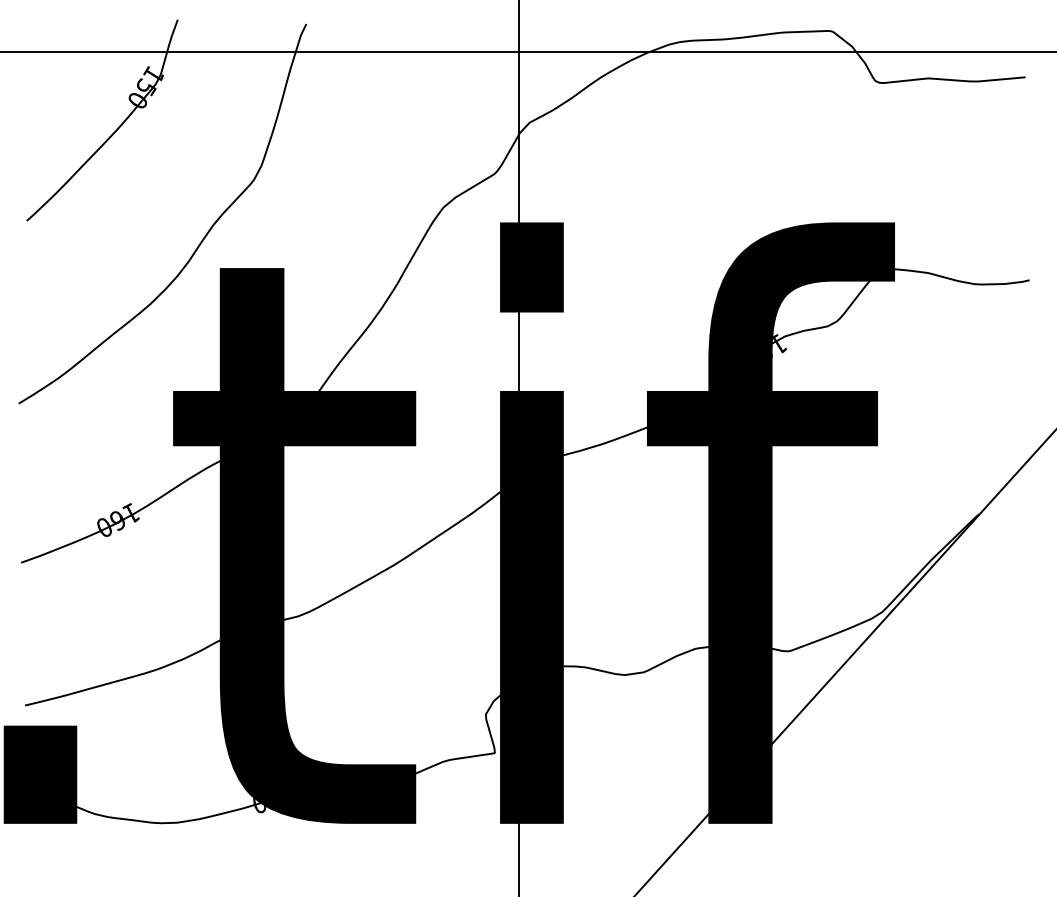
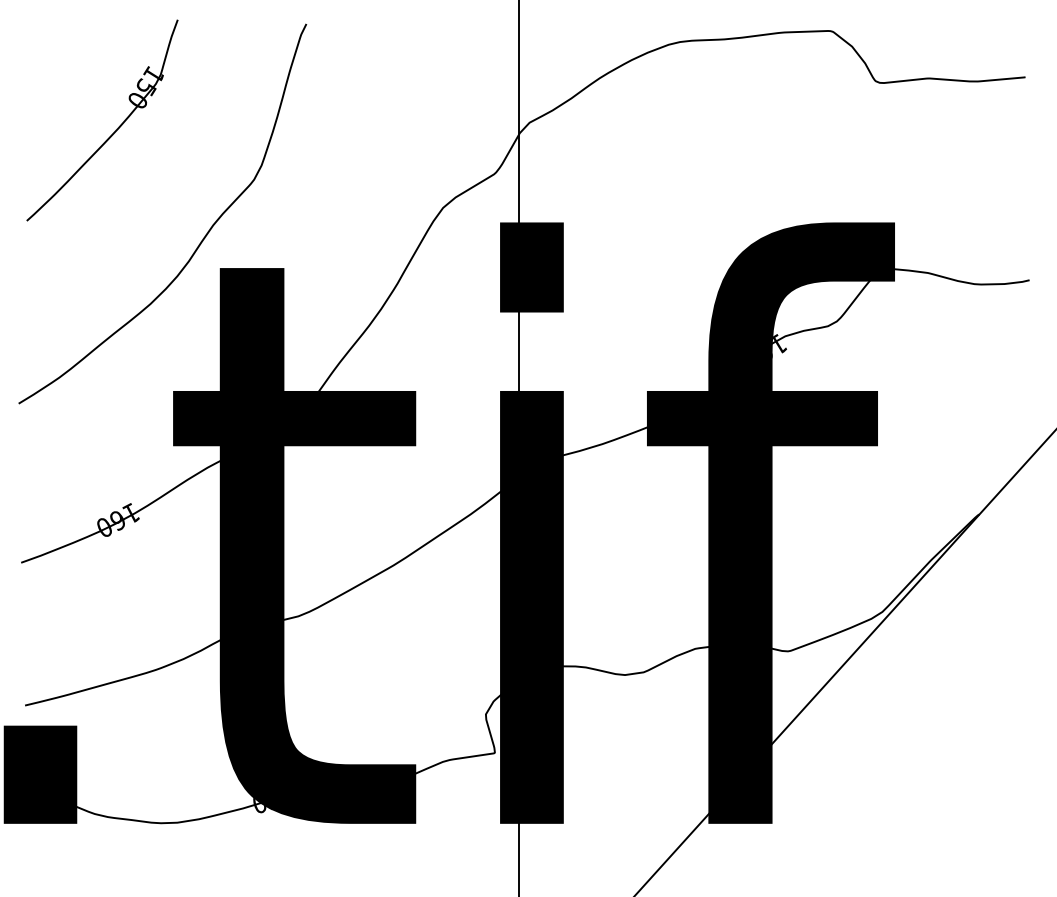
line at (527, 52): present -> none
